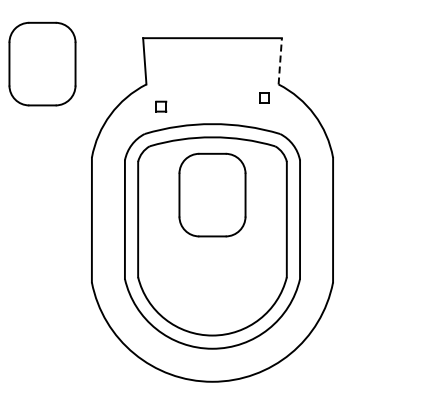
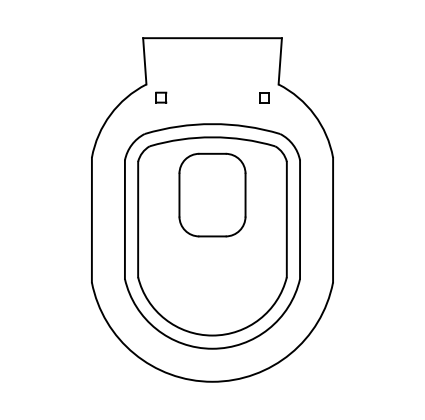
line at (280, 60): dashed -> solid
part at (42, 63): present -> none
part at (161, 106) position: (161, 106) -> (161, 97)
